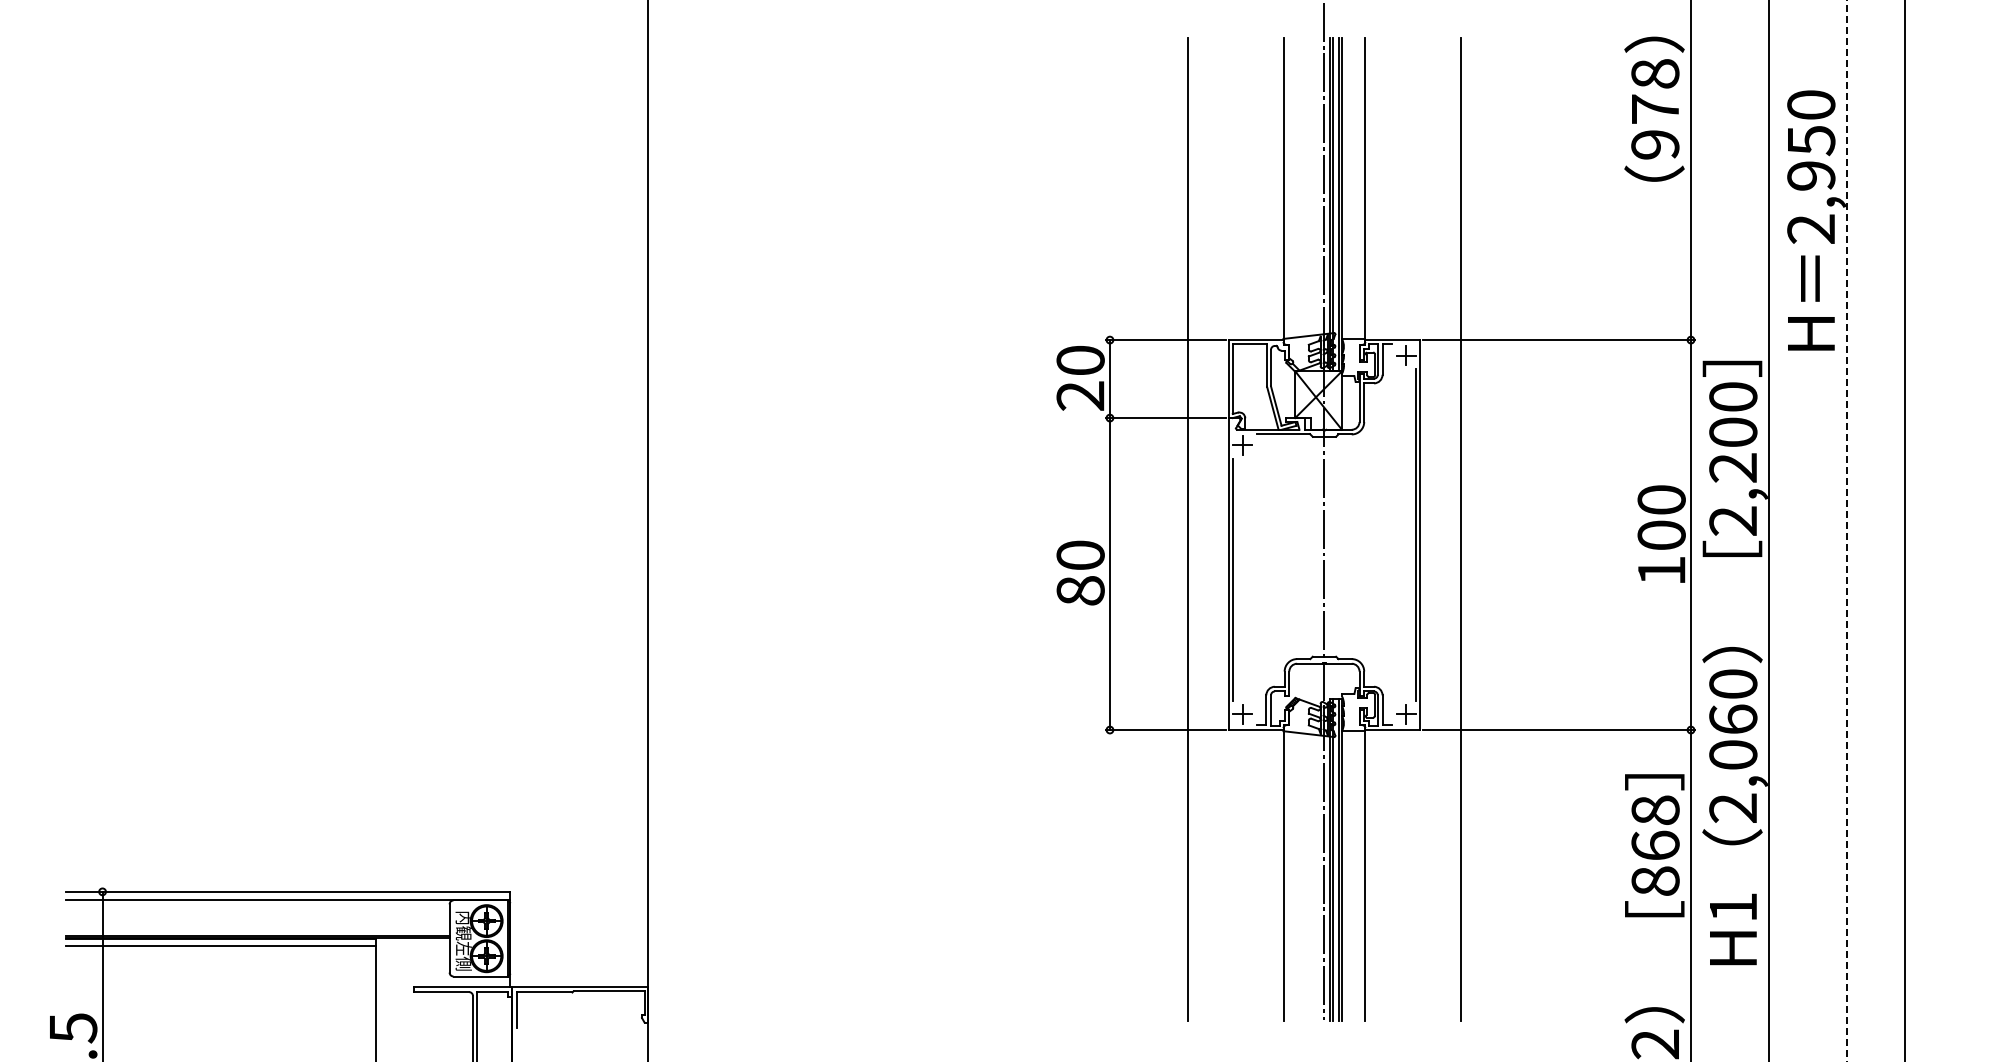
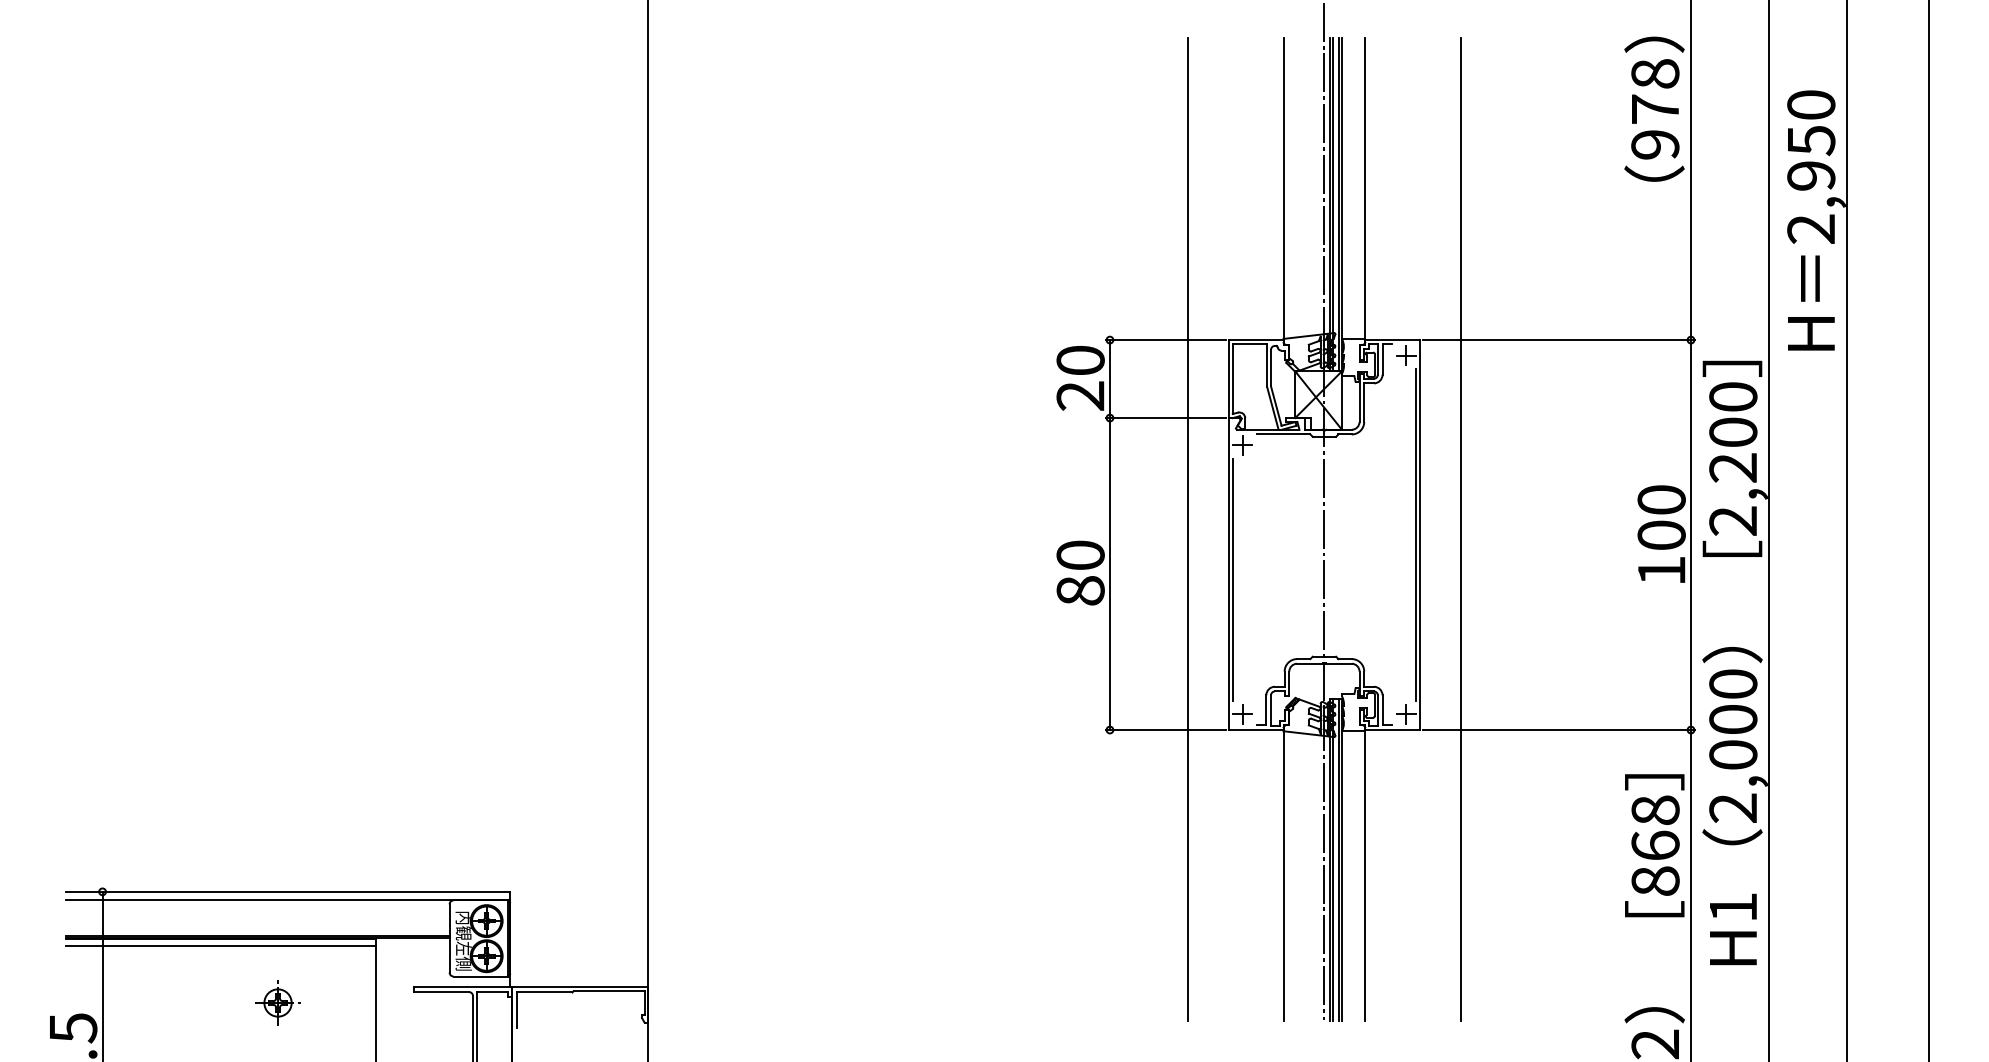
line at (1905, 530) position: (1905, 530) -> (1929, 530)
line at (1846, 531): dashed -> solid
text at (1733, 718): 2,060 -> 2,000
part at (277, 1002): none -> present
